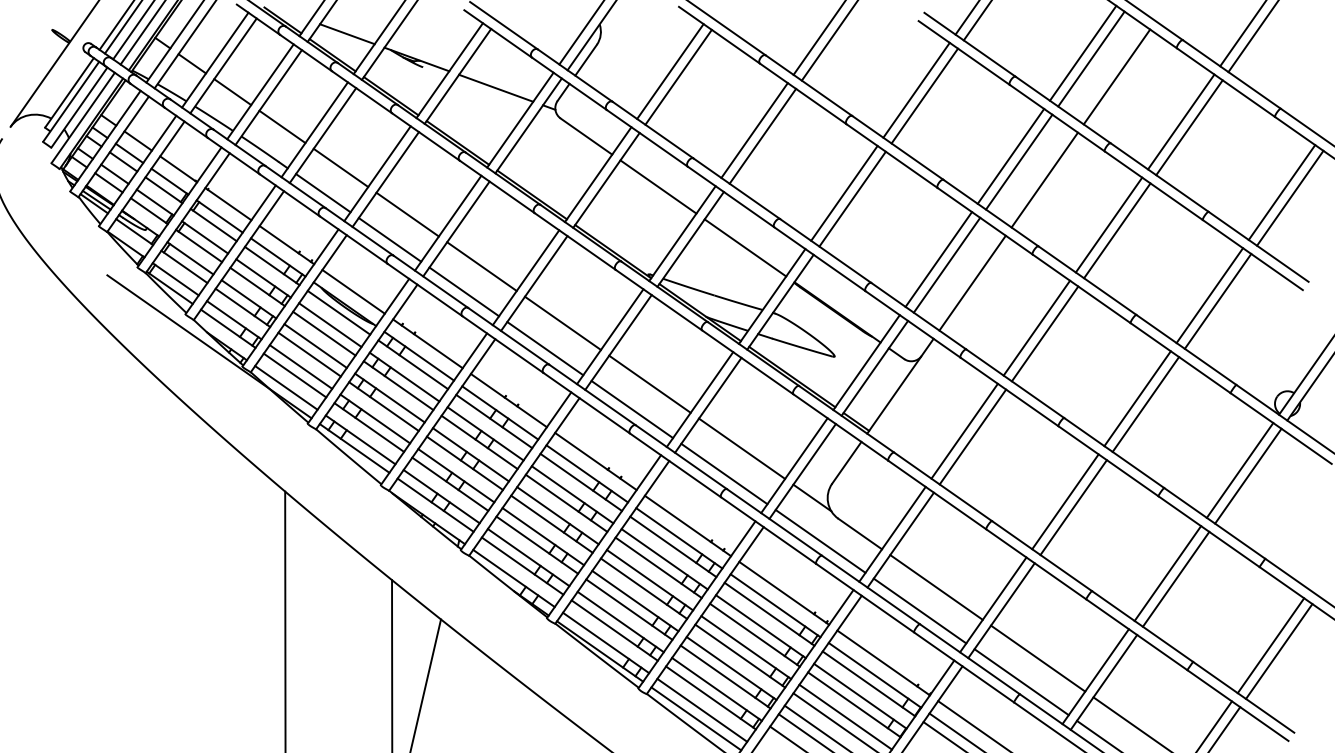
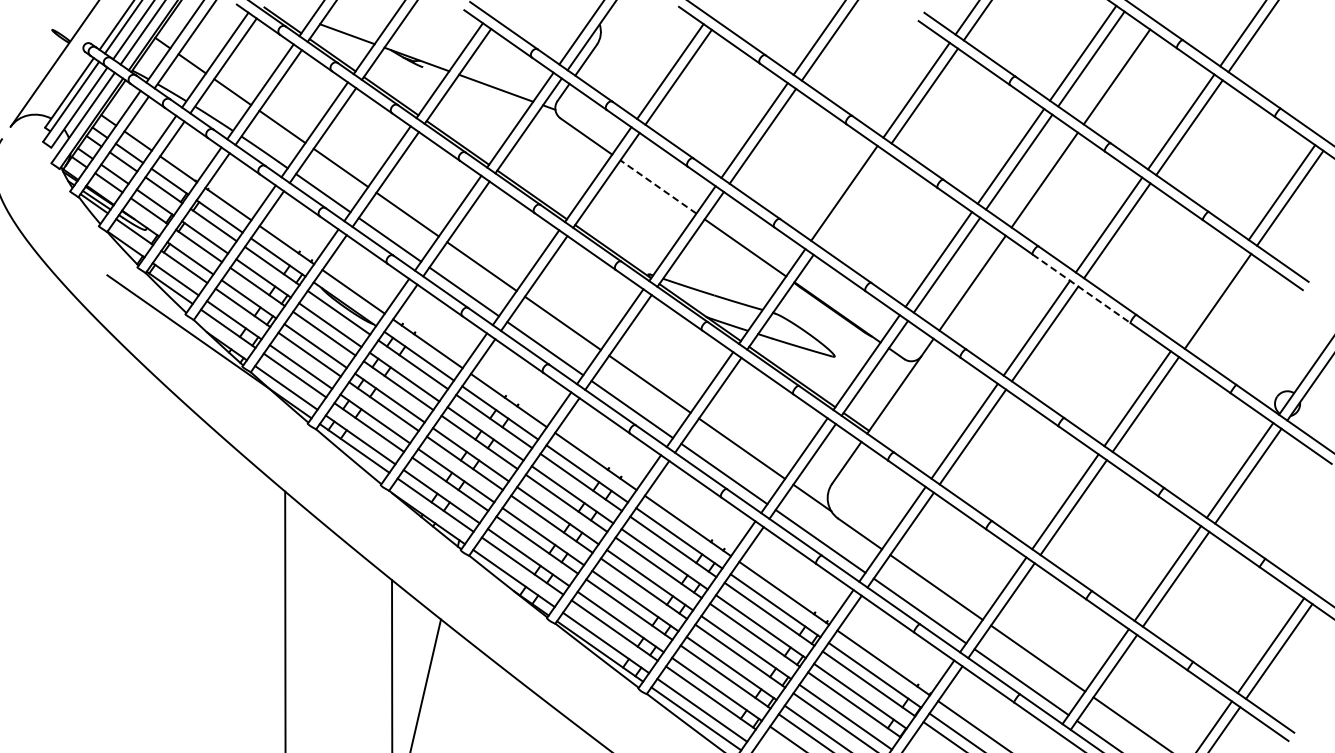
line at (658, 186): solid -> dashed
line at (852, 198): present -> none
line at (1081, 288): solid -> dashed
line at (1209, 295): present -> none
